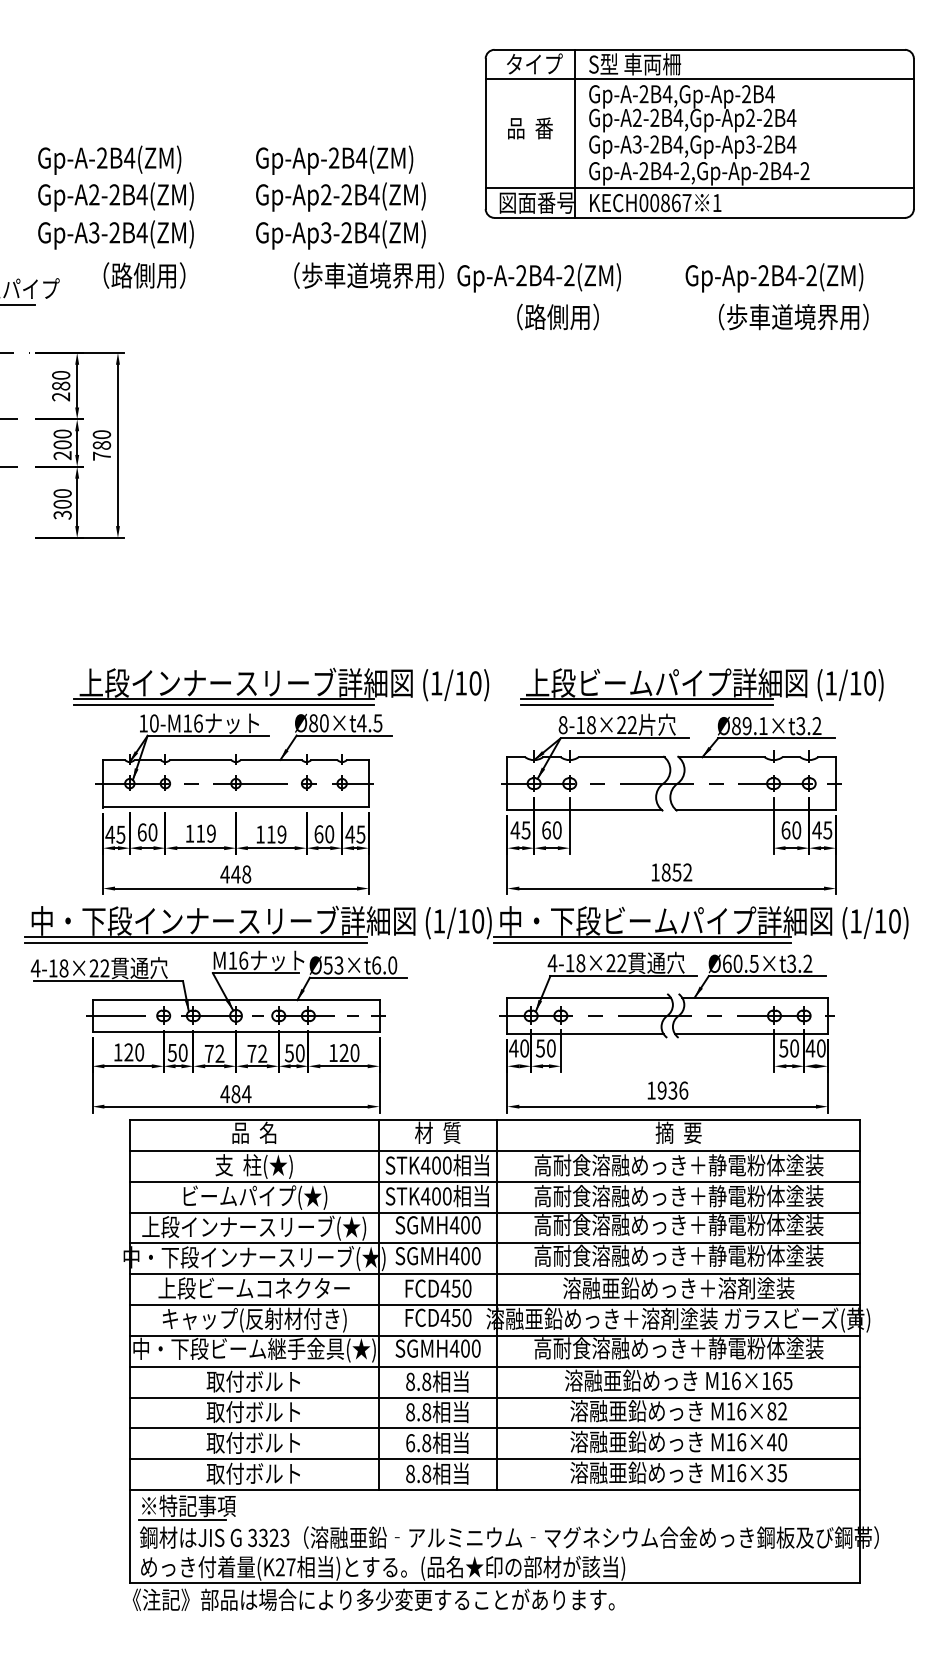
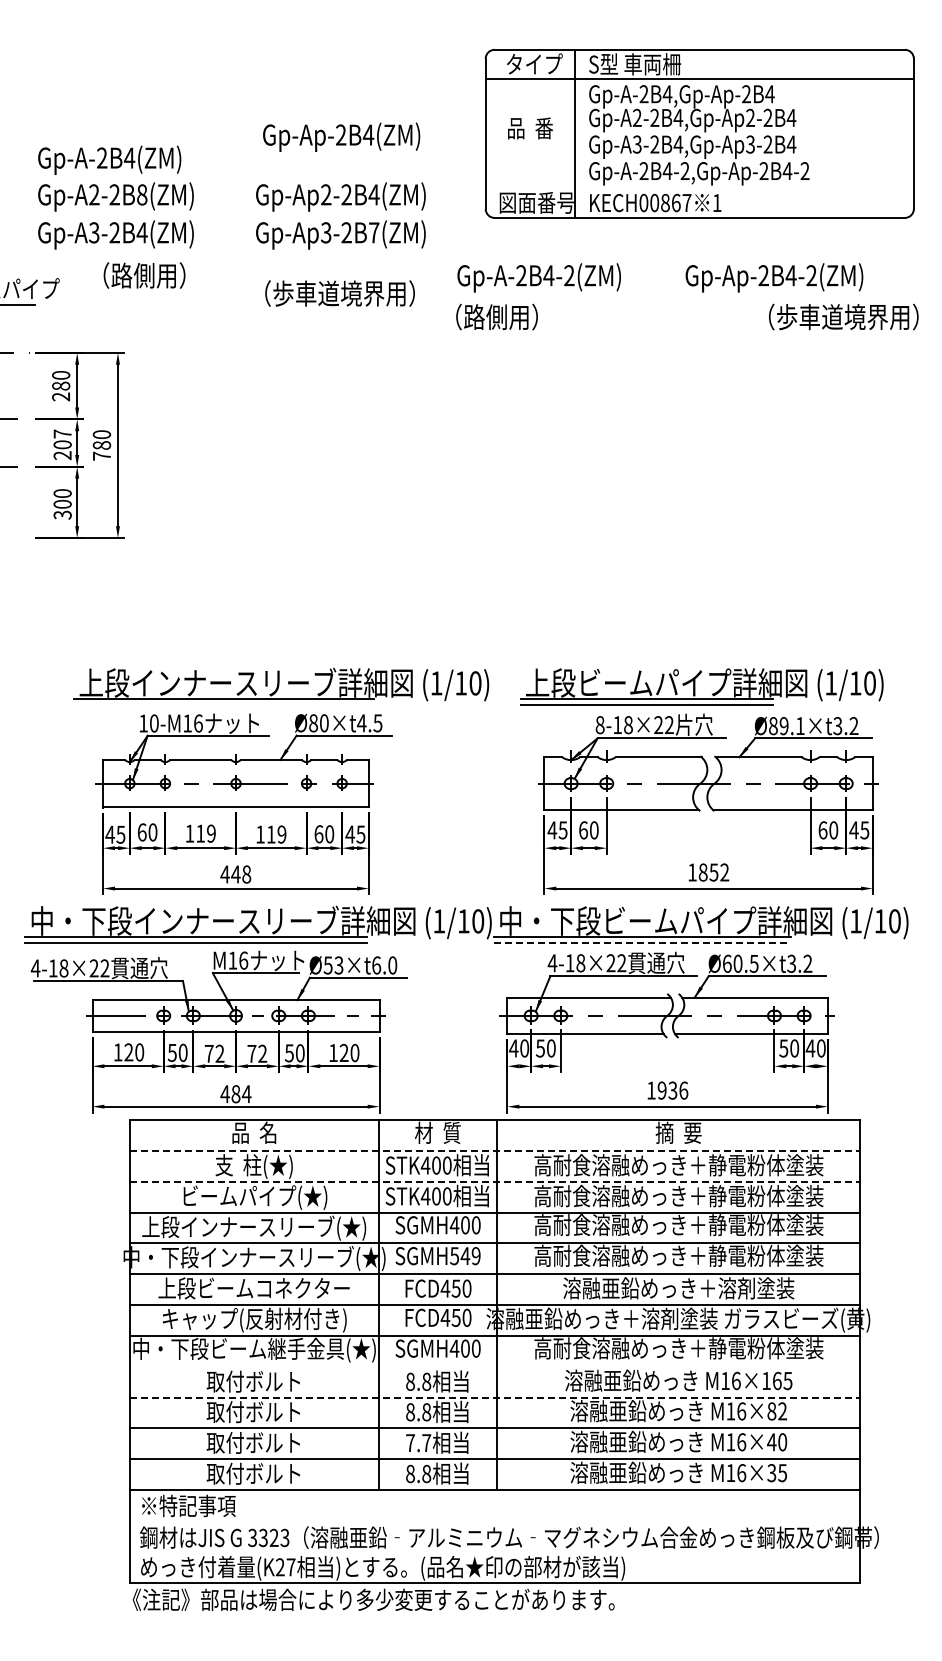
text at (334, 159) position: (334, 159) -> (341, 136)
line at (699, 188): present -> none
text at (141, 194): Gp-A2-2B4(ZM) -> Gp-A2-2B8(ZM)
text at (373, 232): Gp-Ap3-2B4(ZM) -> Gp-Ap3-2B7(ZM)
text at (368, 275) position: (368, 275) -> (339, 293)
text at (557, 316) position: (557, 316) -> (496, 316)
text at (793, 316) position: (793, 316) -> (843, 316)
text at (62, 433): 200 -> 207
line at (223, 705): present -> none
part at (671, 803) position: (671, 803) -> (708, 803)
line at (642, 943): solid -> dashed
line at (495, 1150): solid -> dashed
line at (495, 1181): solid -> dashed
text at (464, 1256): SGMH400 -> SGMH549
line at (495, 1366): present -> none
line at (495, 1397): solid -> dashed
text at (418, 1443): 6.8 -> 7.7
line at (182, 1520): present -> none
